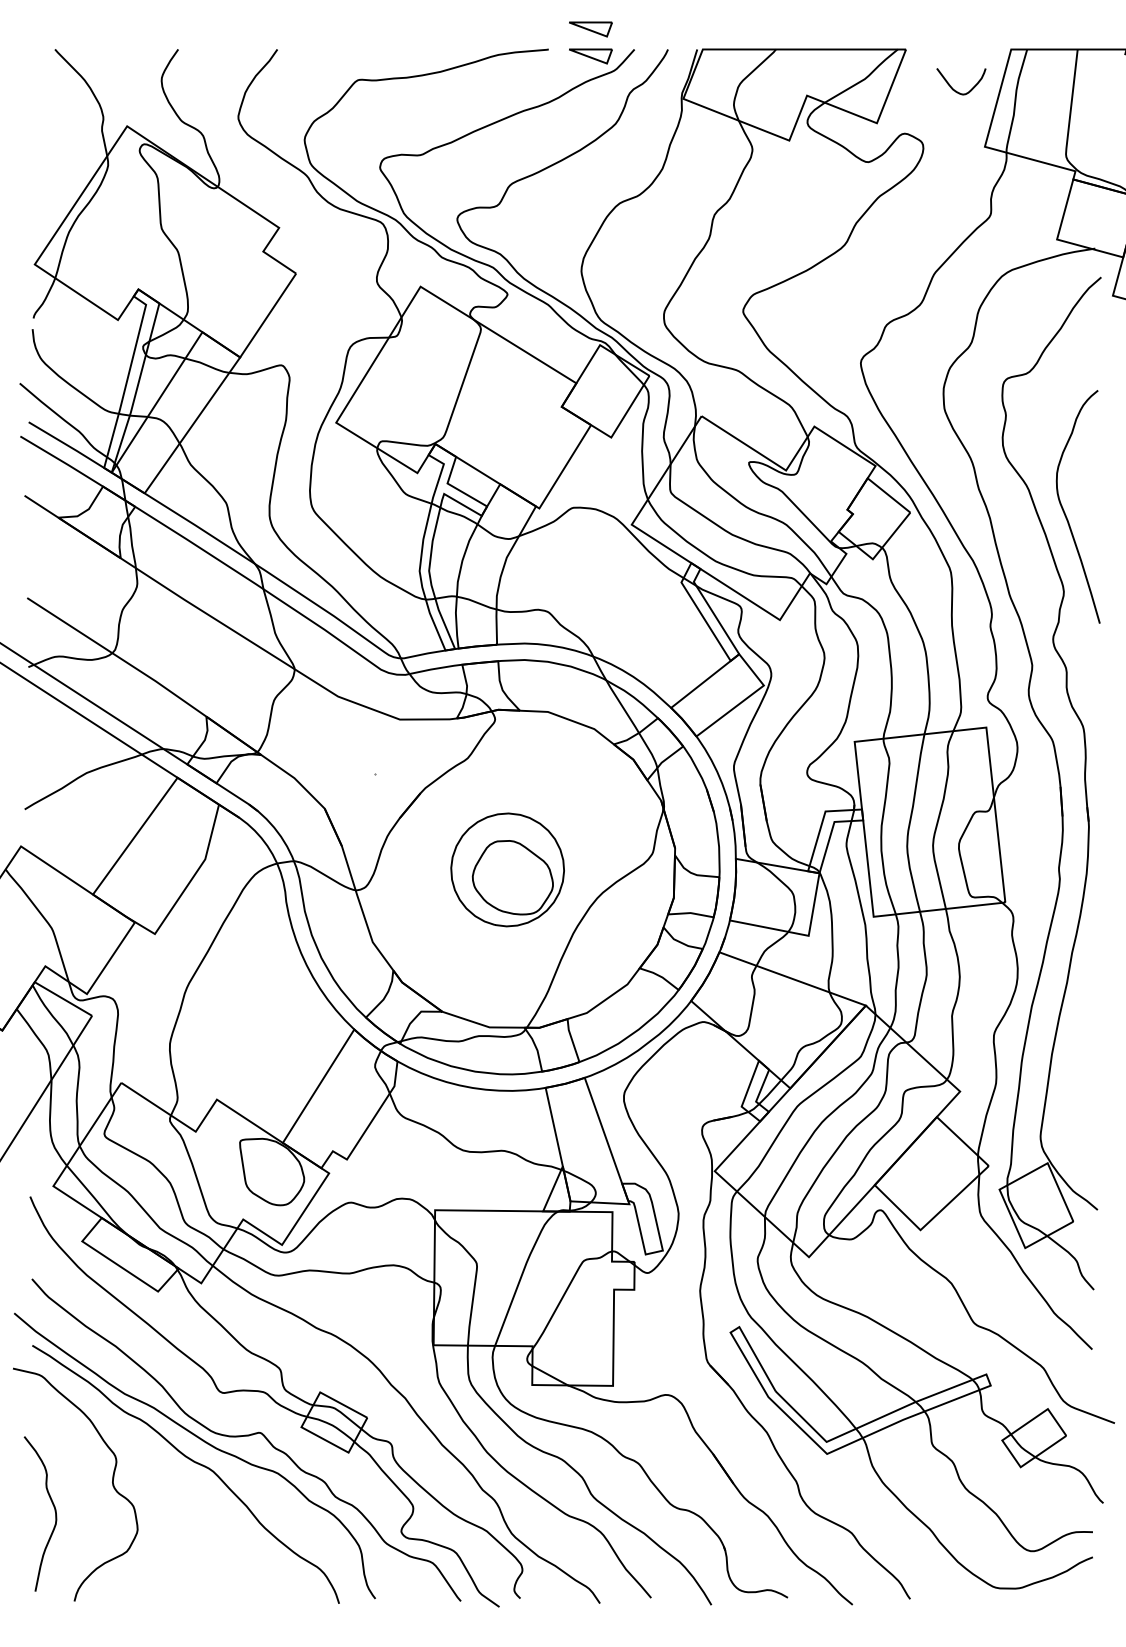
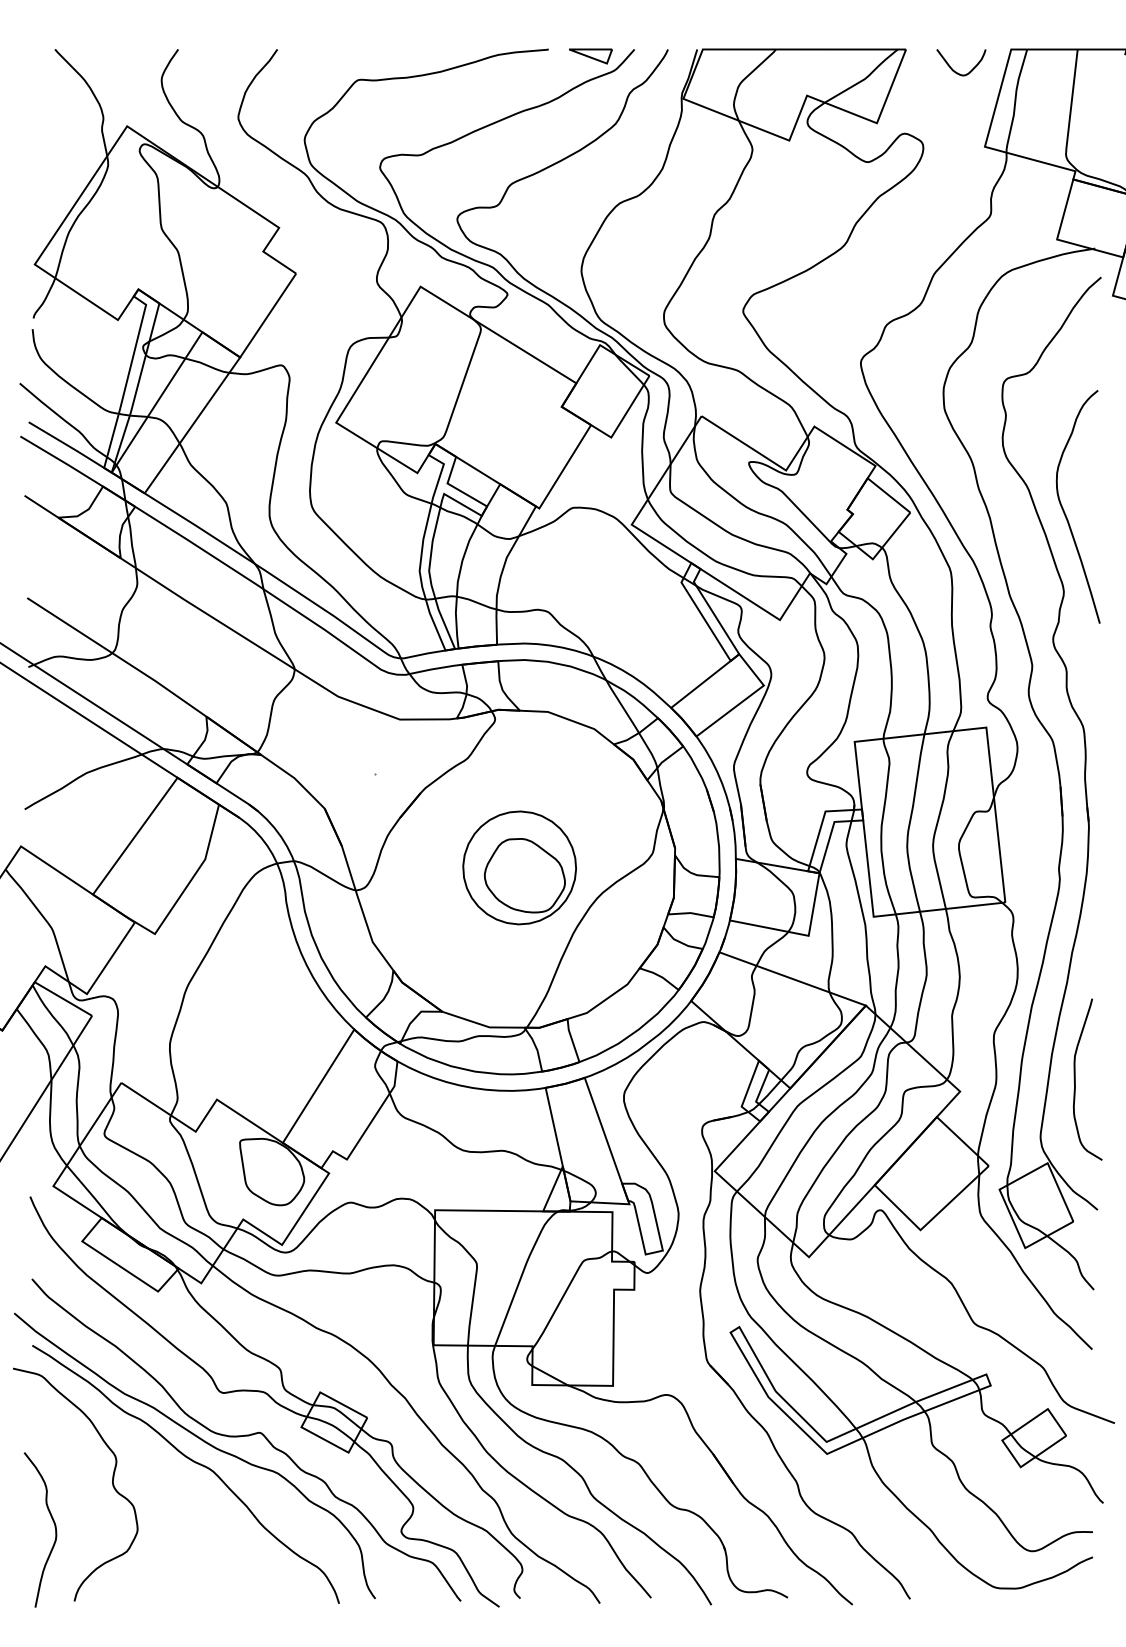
part at (590, 29): present -> none
curve at (956, 90) position: (956, 90) -> (956, 71)
part at (507, 869) position: (507, 869) -> (519, 867)
curve at (1075, 1079): none -> present
curve at (54, 1511) position: (54, 1511) -> (54, 1527)
